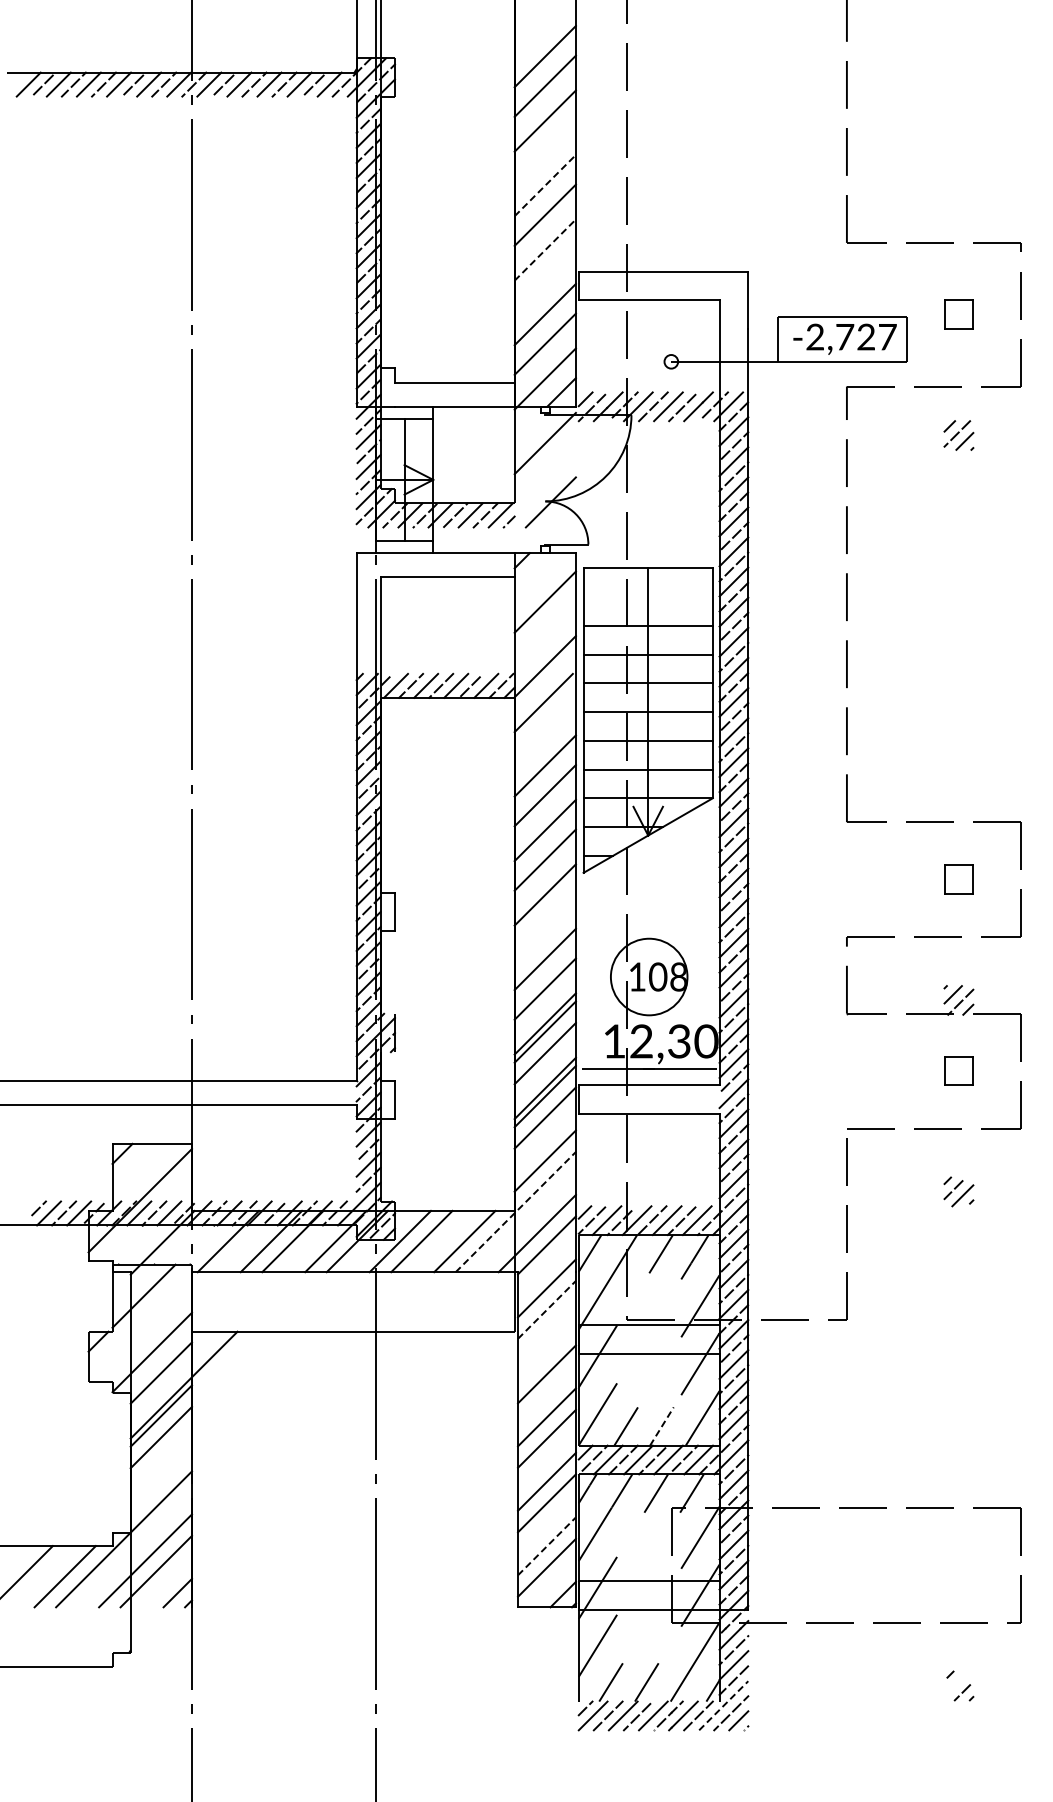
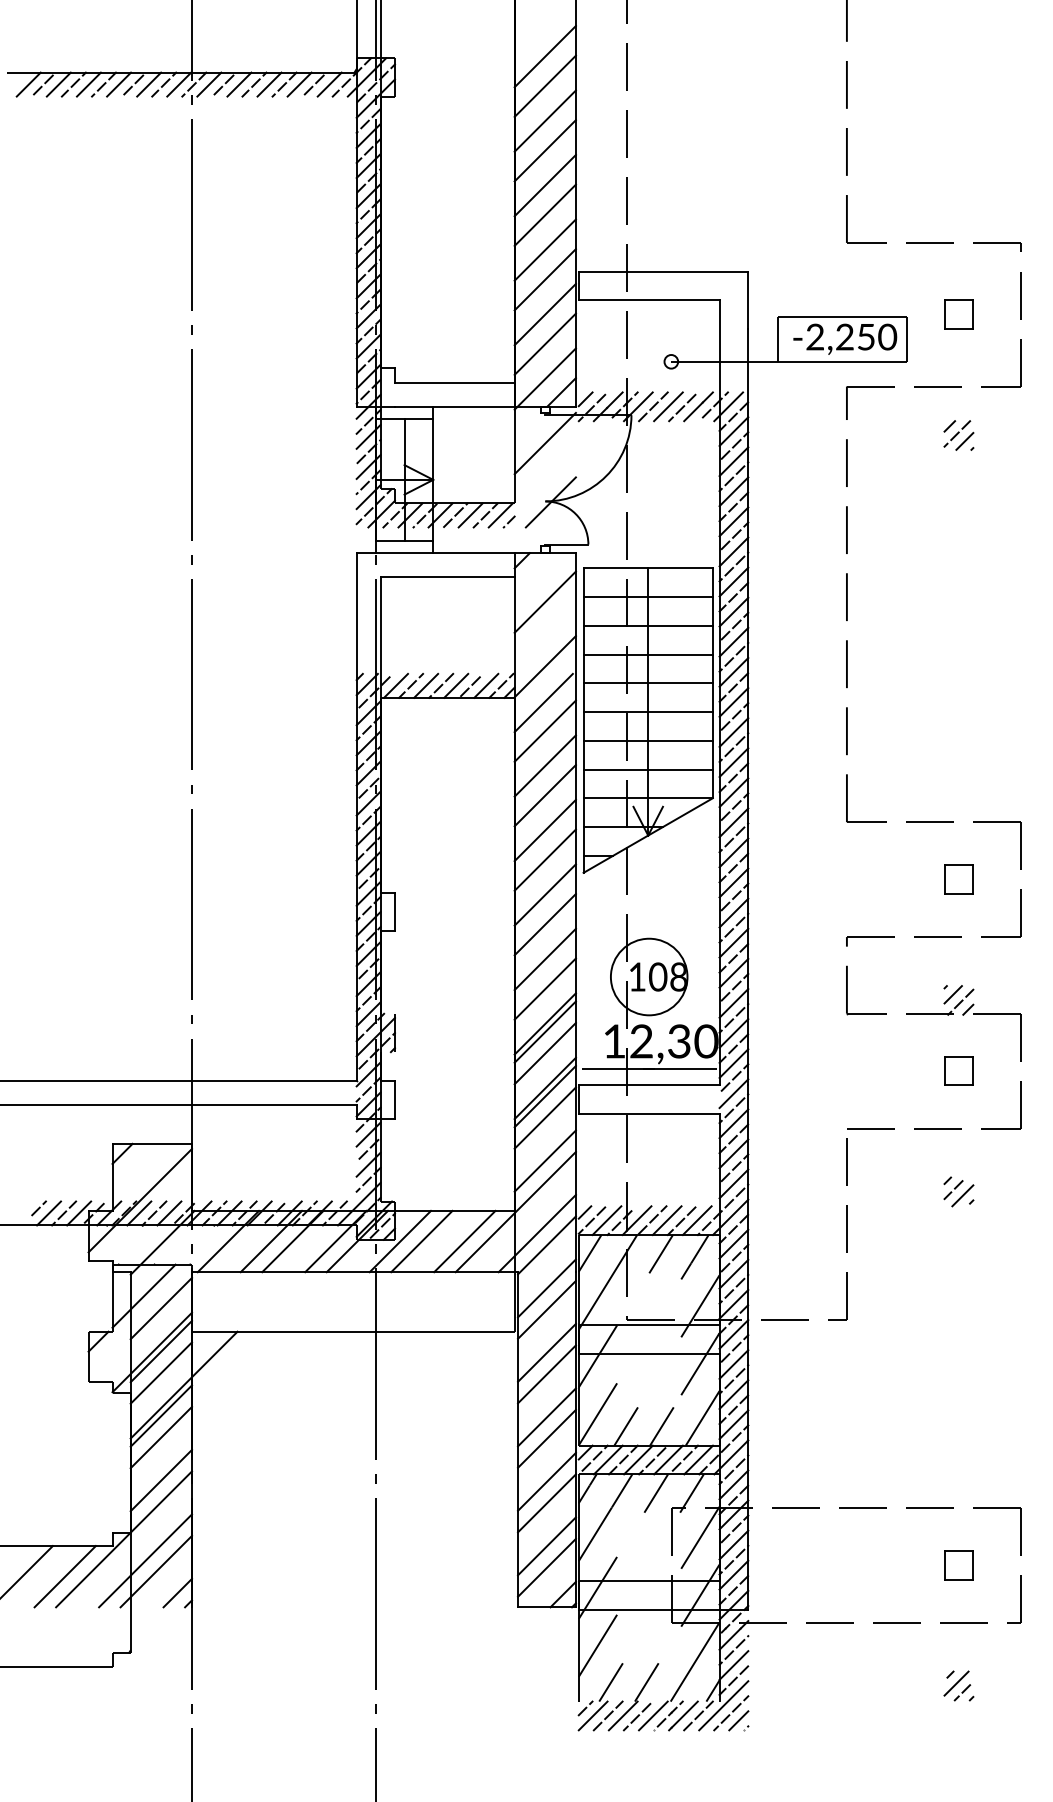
line at (544, 150): none -> present
line at (545, 185): dashed -> solid
line at (545, 249): dashed -> solid
line at (544, 279): none -> present
text at (866, 336): -2,727 -> -2,250
line at (647, 597): none -> present
line at (544, 730): none -> present
line at (544, 924): none -> present
line at (516, 1211): dashed -> solid
line at (161, 1308): none -> present
line at (546, 1309): dashed -> solid
line at (161, 1351): none -> present
line at (546, 1352): none -> present
line at (661, 1426): dashed -> solid
line at (161, 1480): none -> present
line at (546, 1546): dashed -> solid
part at (958, 1565): none -> present
line at (956, 1683): none -> present
line at (723, 1705): dashed -> solid
